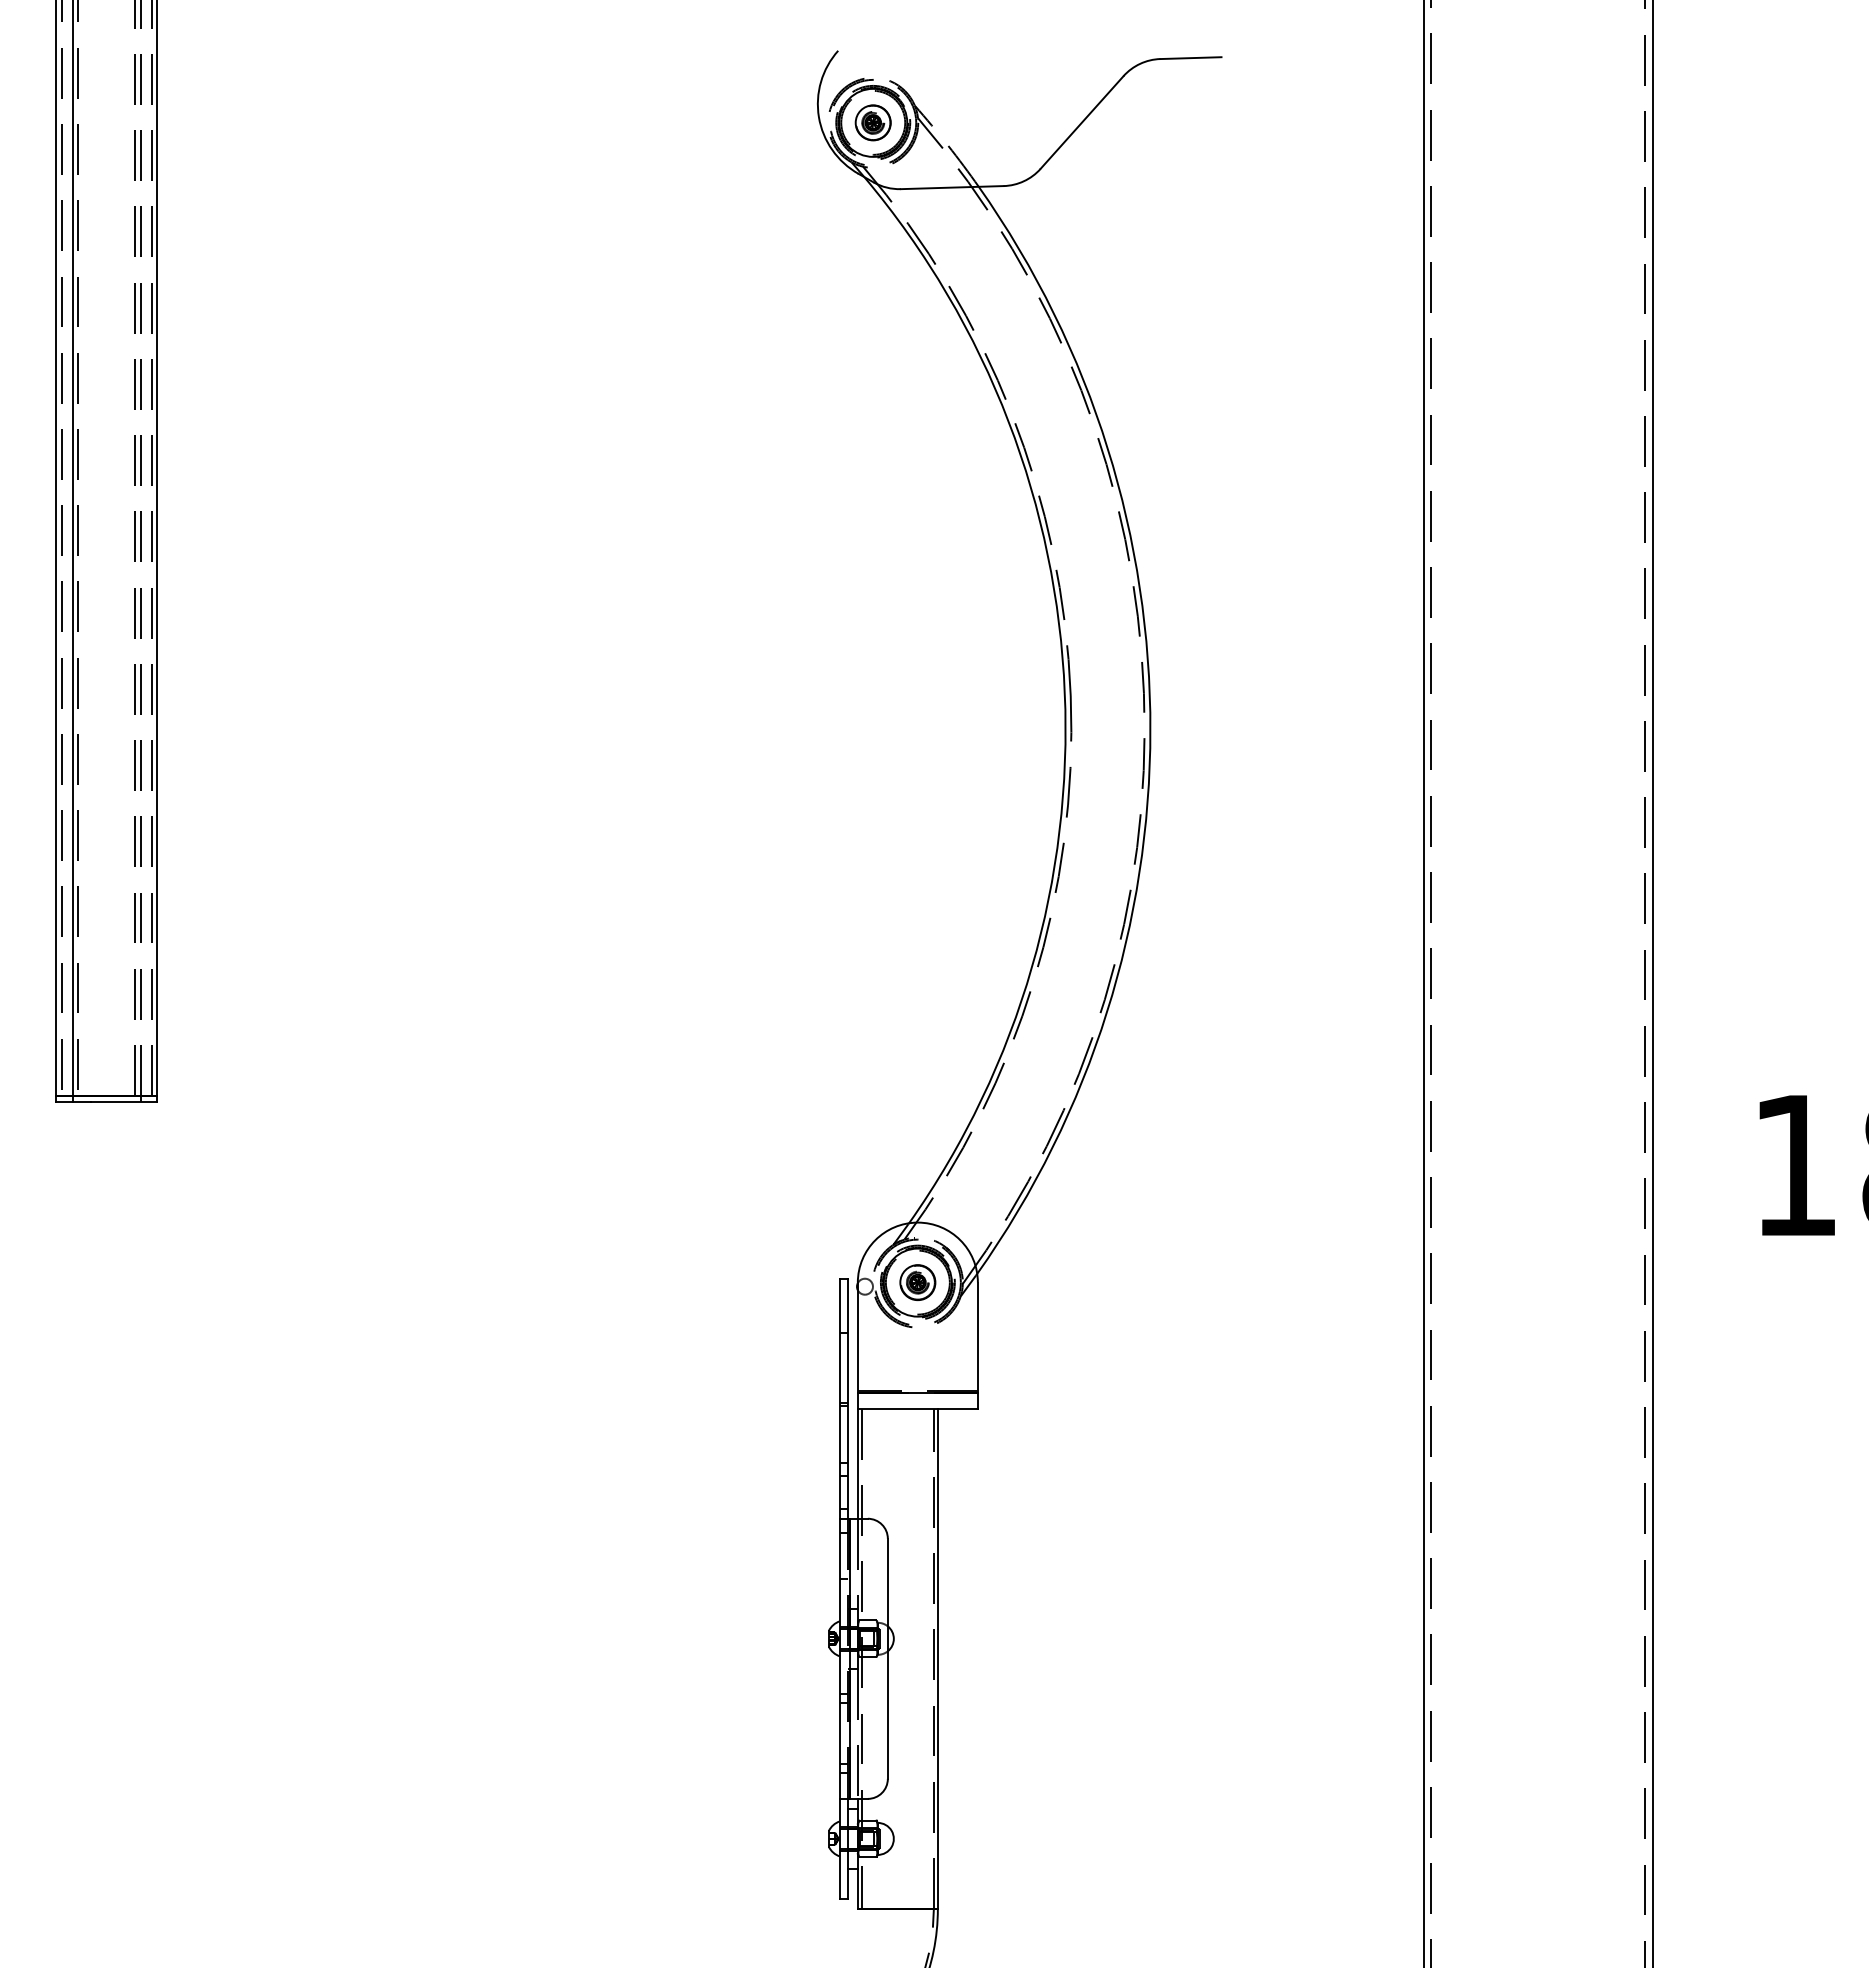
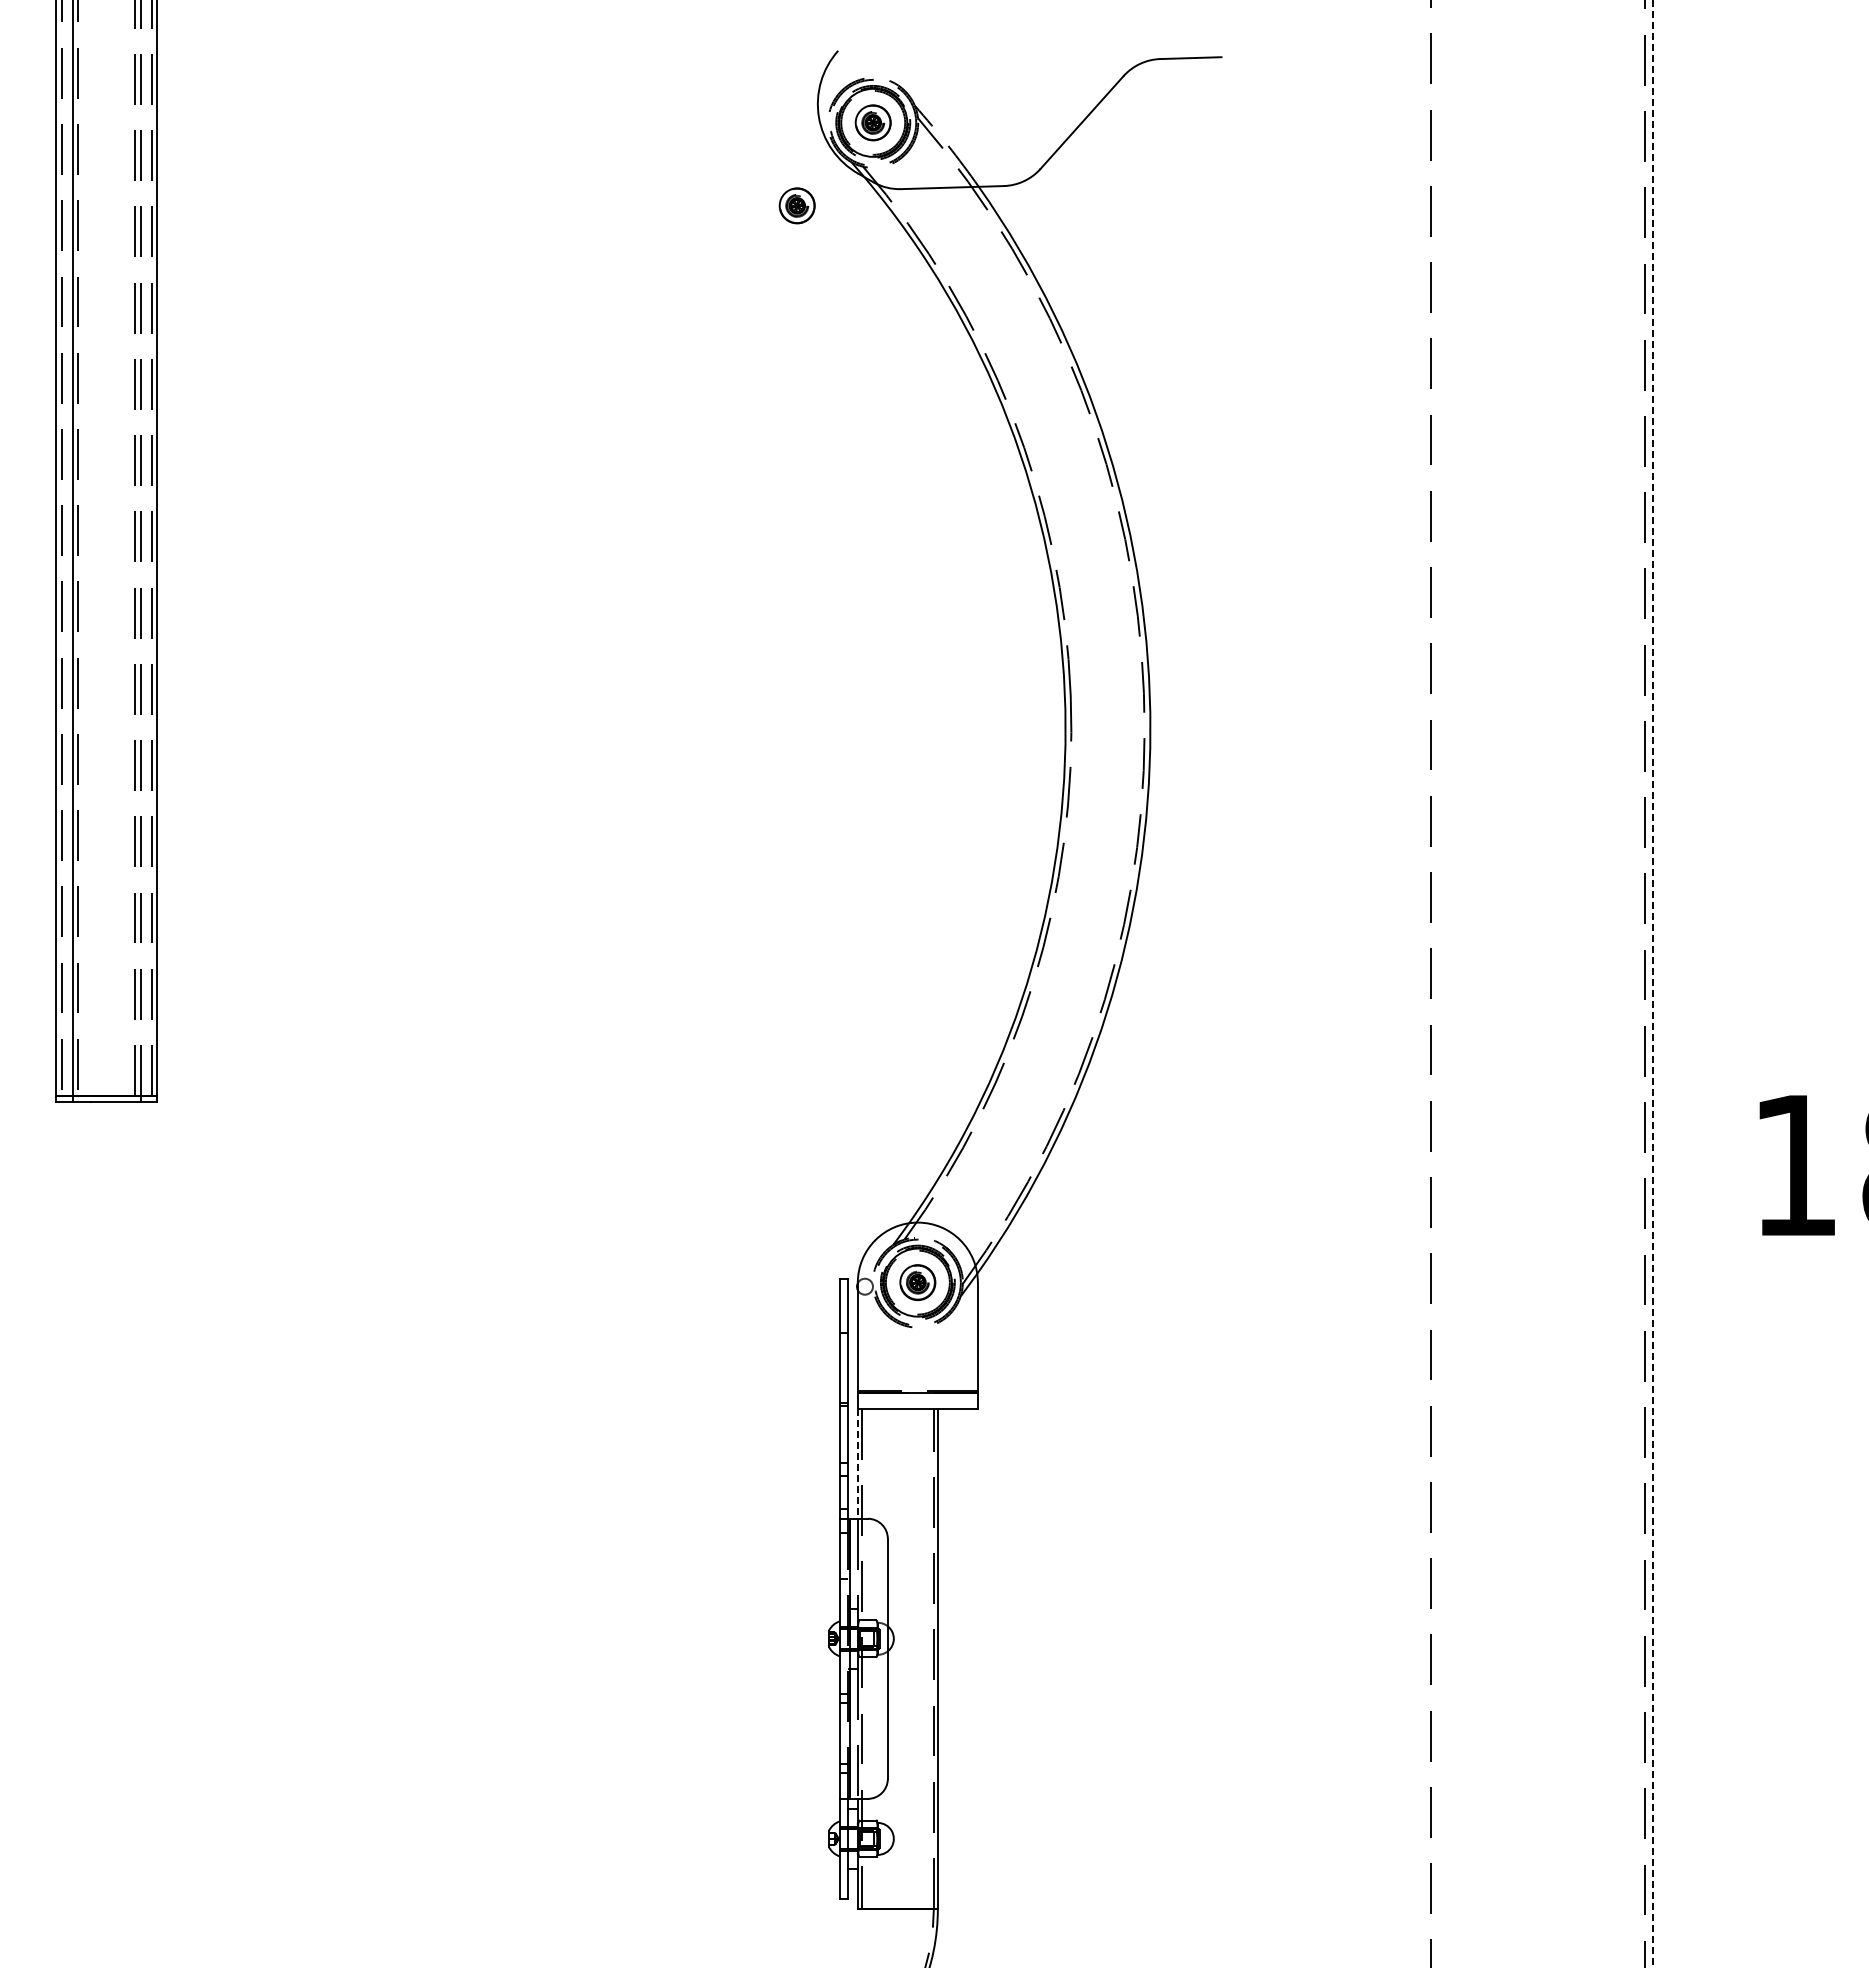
part at (796, 205): none -> present
line at (1423, 983): present -> none
line at (1652, 983): solid -> dashed
line at (857, 1464): solid -> dashed
